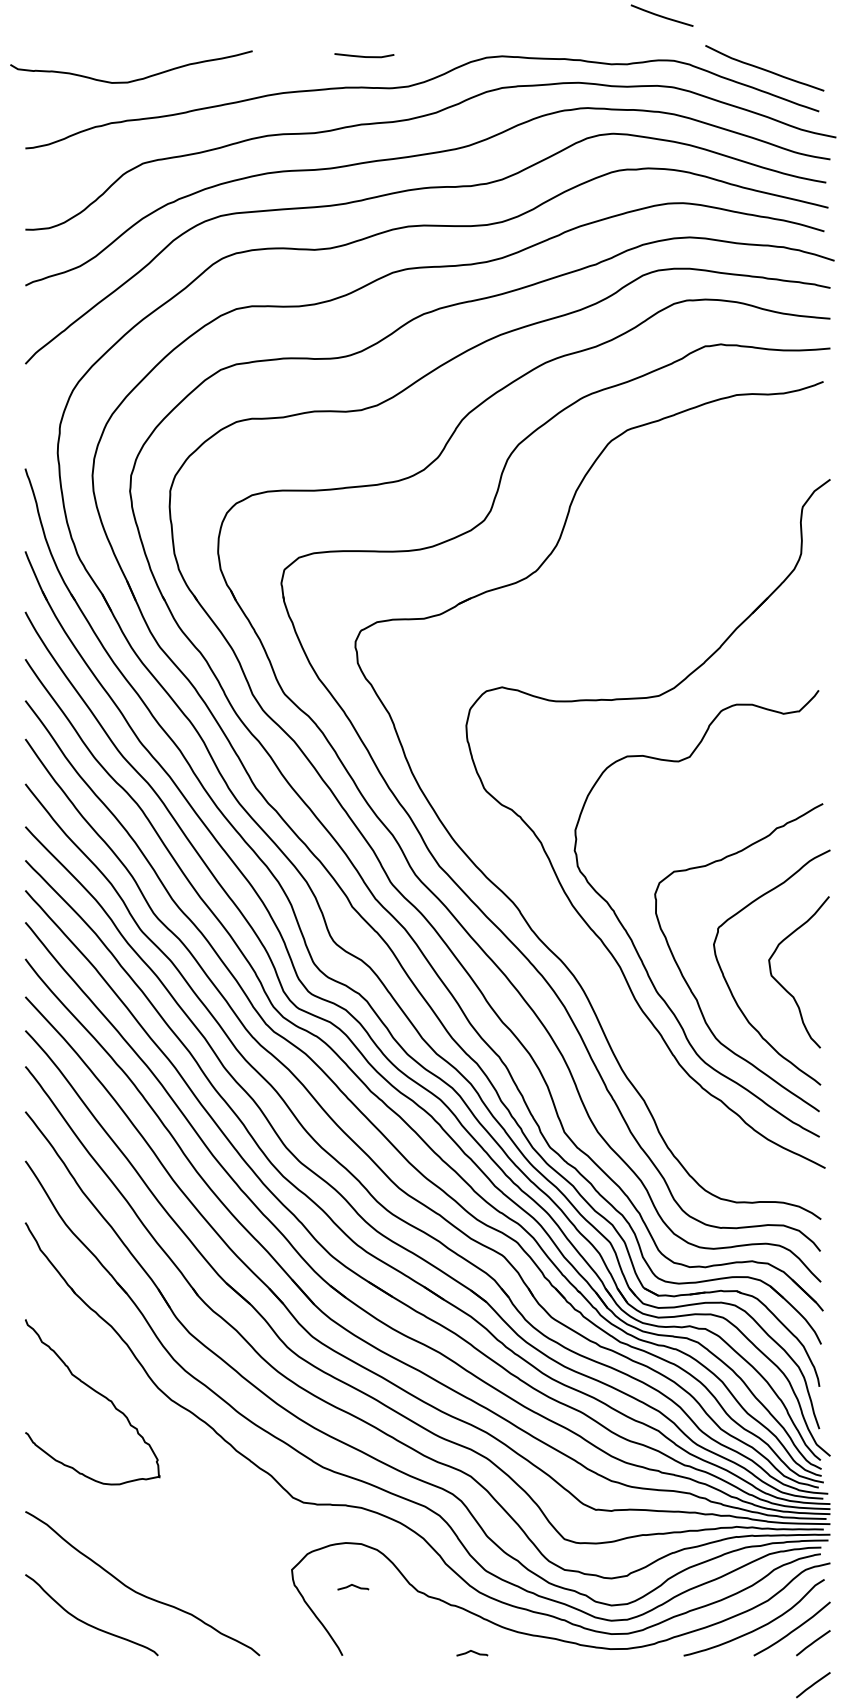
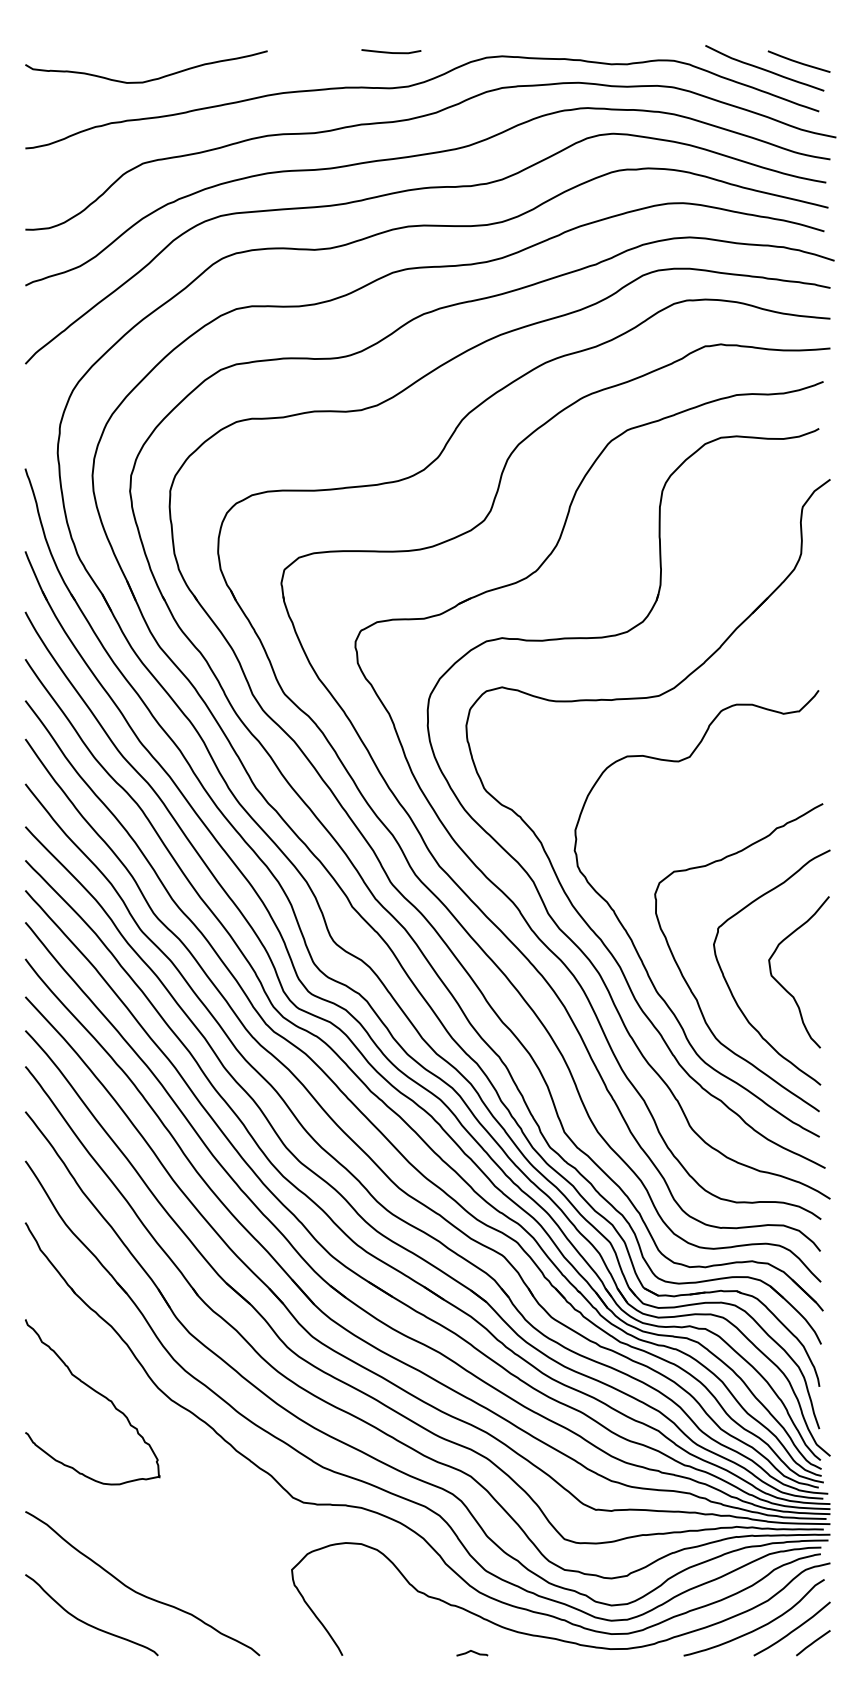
line at (661, 15) position: (661, 15) -> (798, 61)
line at (364, 56) position: (364, 56) -> (391, 52)
curve at (134, 79) position: (134, 79) -> (149, 79)
part at (532, 878): none -> present
curve at (353, 1586): present -> none
line at (813, 1685): present -> none
